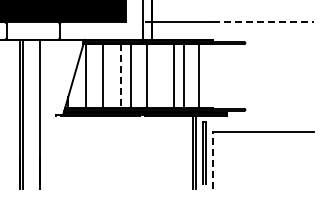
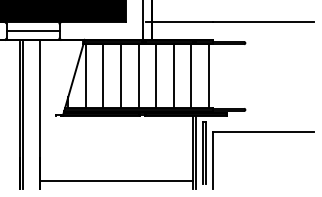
line at (263, 22): dashed -> solid
line at (32, 31): none -> present
line at (121, 75): dashed -> solid
line at (130, 75) position: (130, 75) -> (138, 75)
line at (147, 75) position: (147, 75) -> (156, 75)
line at (184, 75) position: (184, 75) -> (191, 75)
line at (199, 75) position: (199, 75) -> (209, 75)
line at (213, 160): dashed -> solid
line at (116, 180): none -> present
